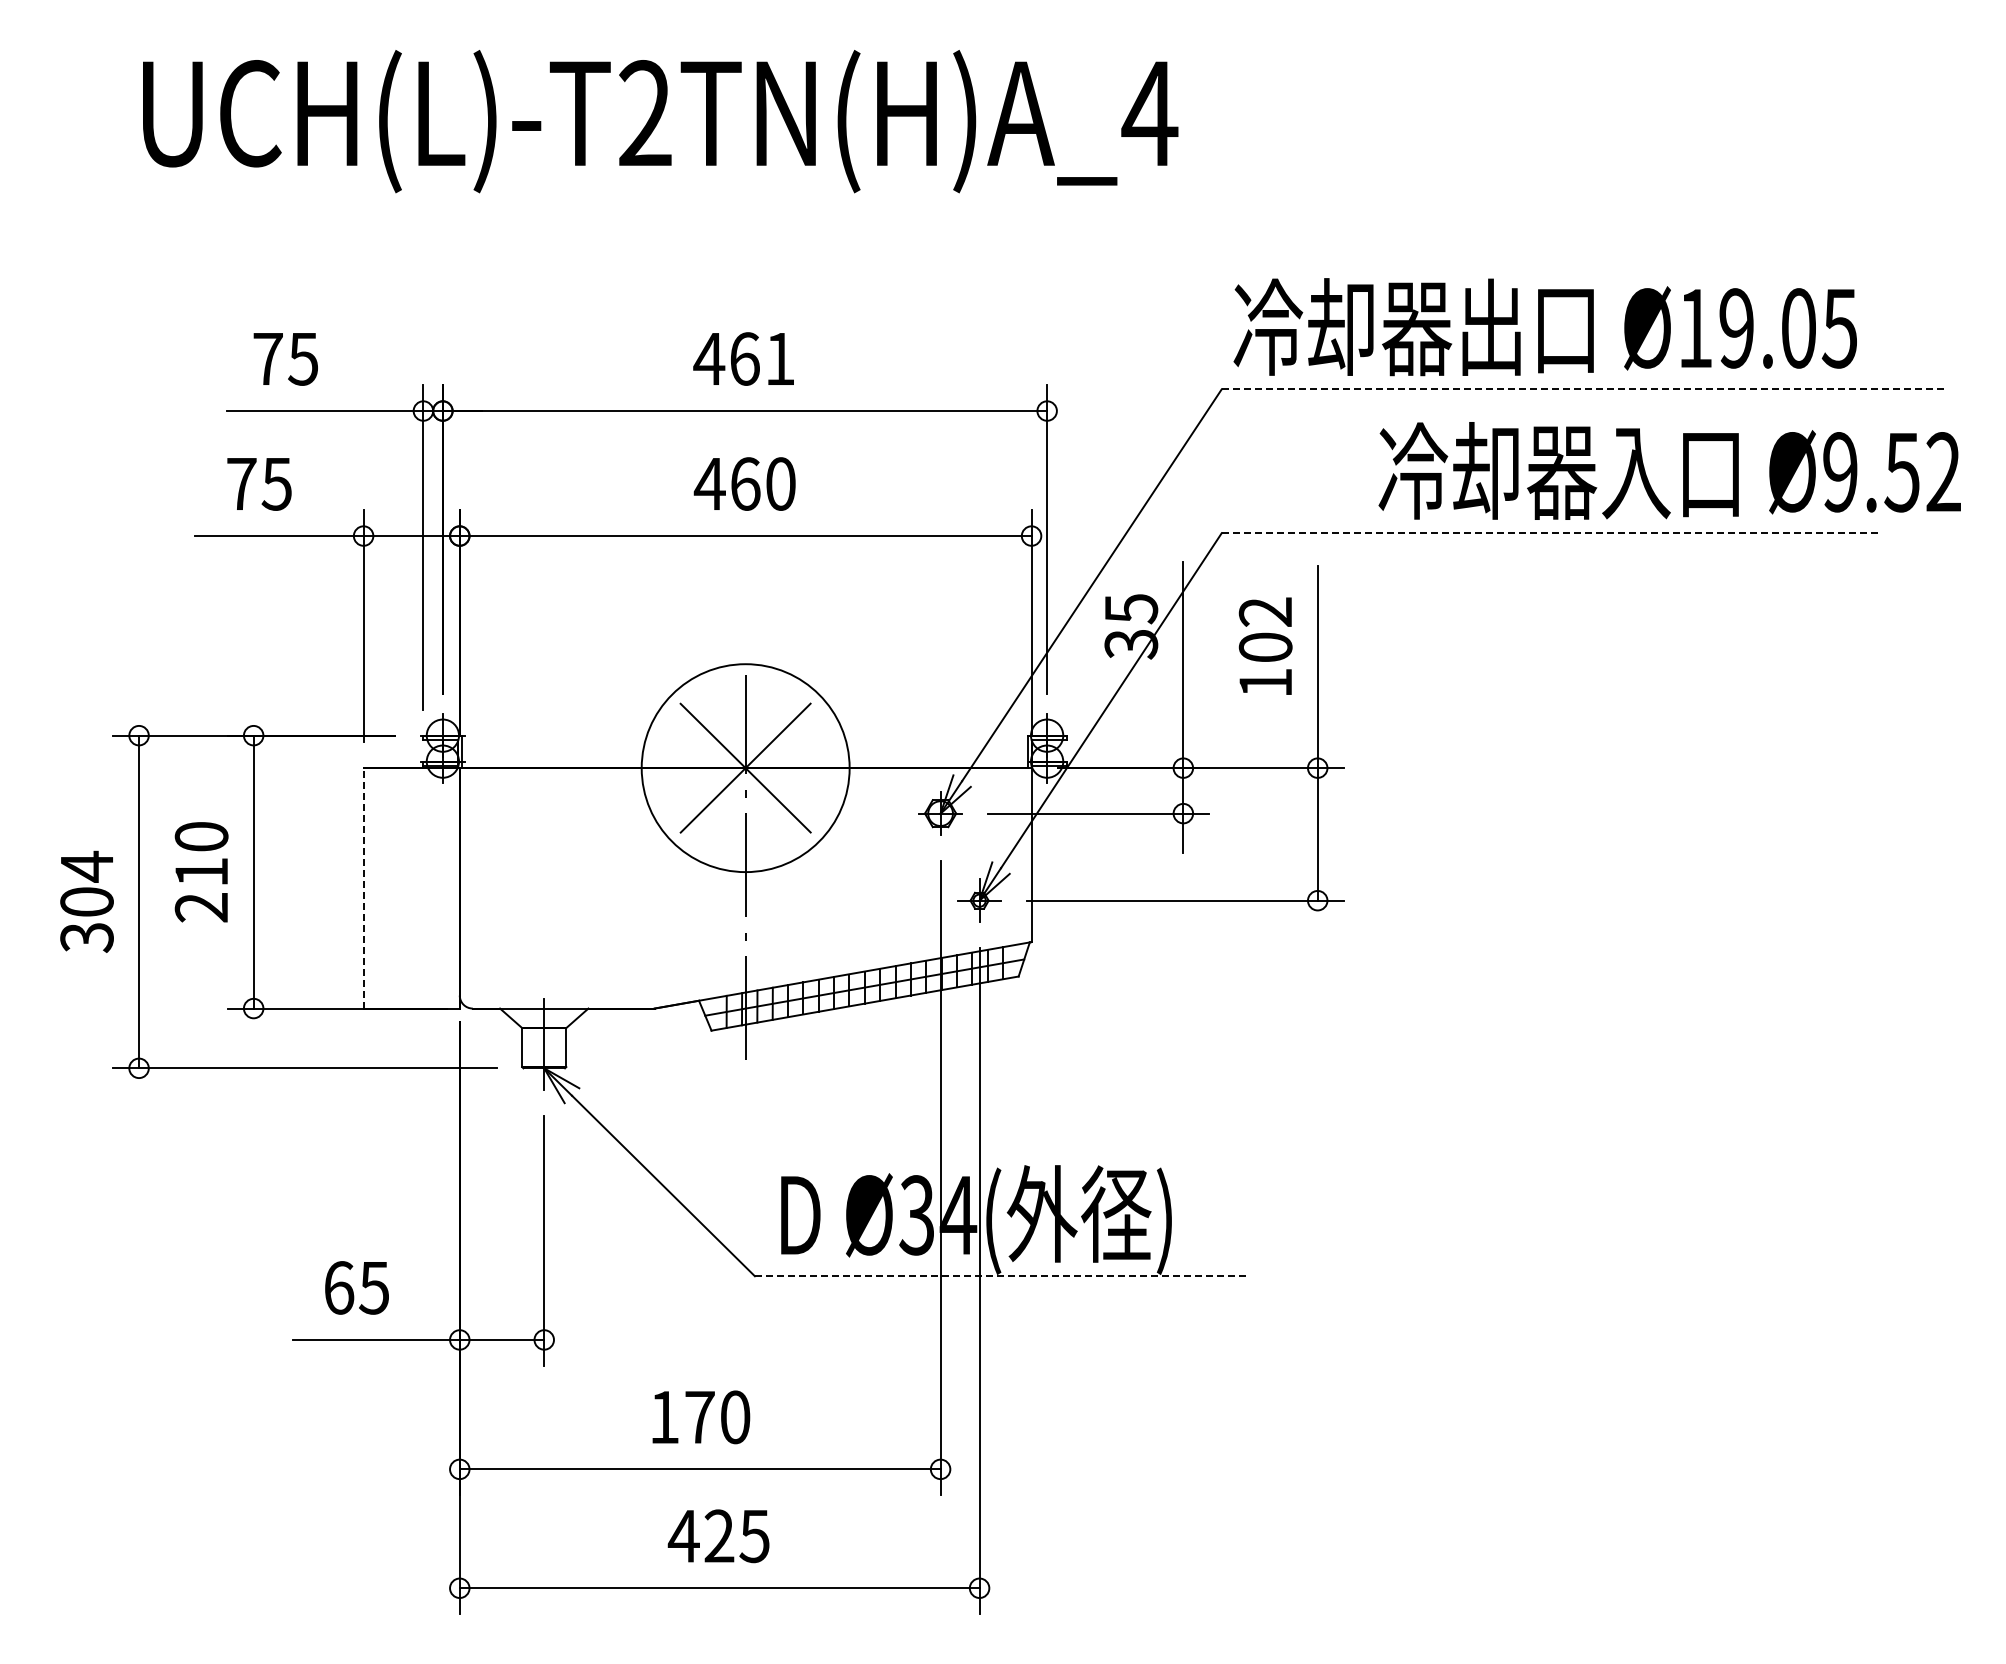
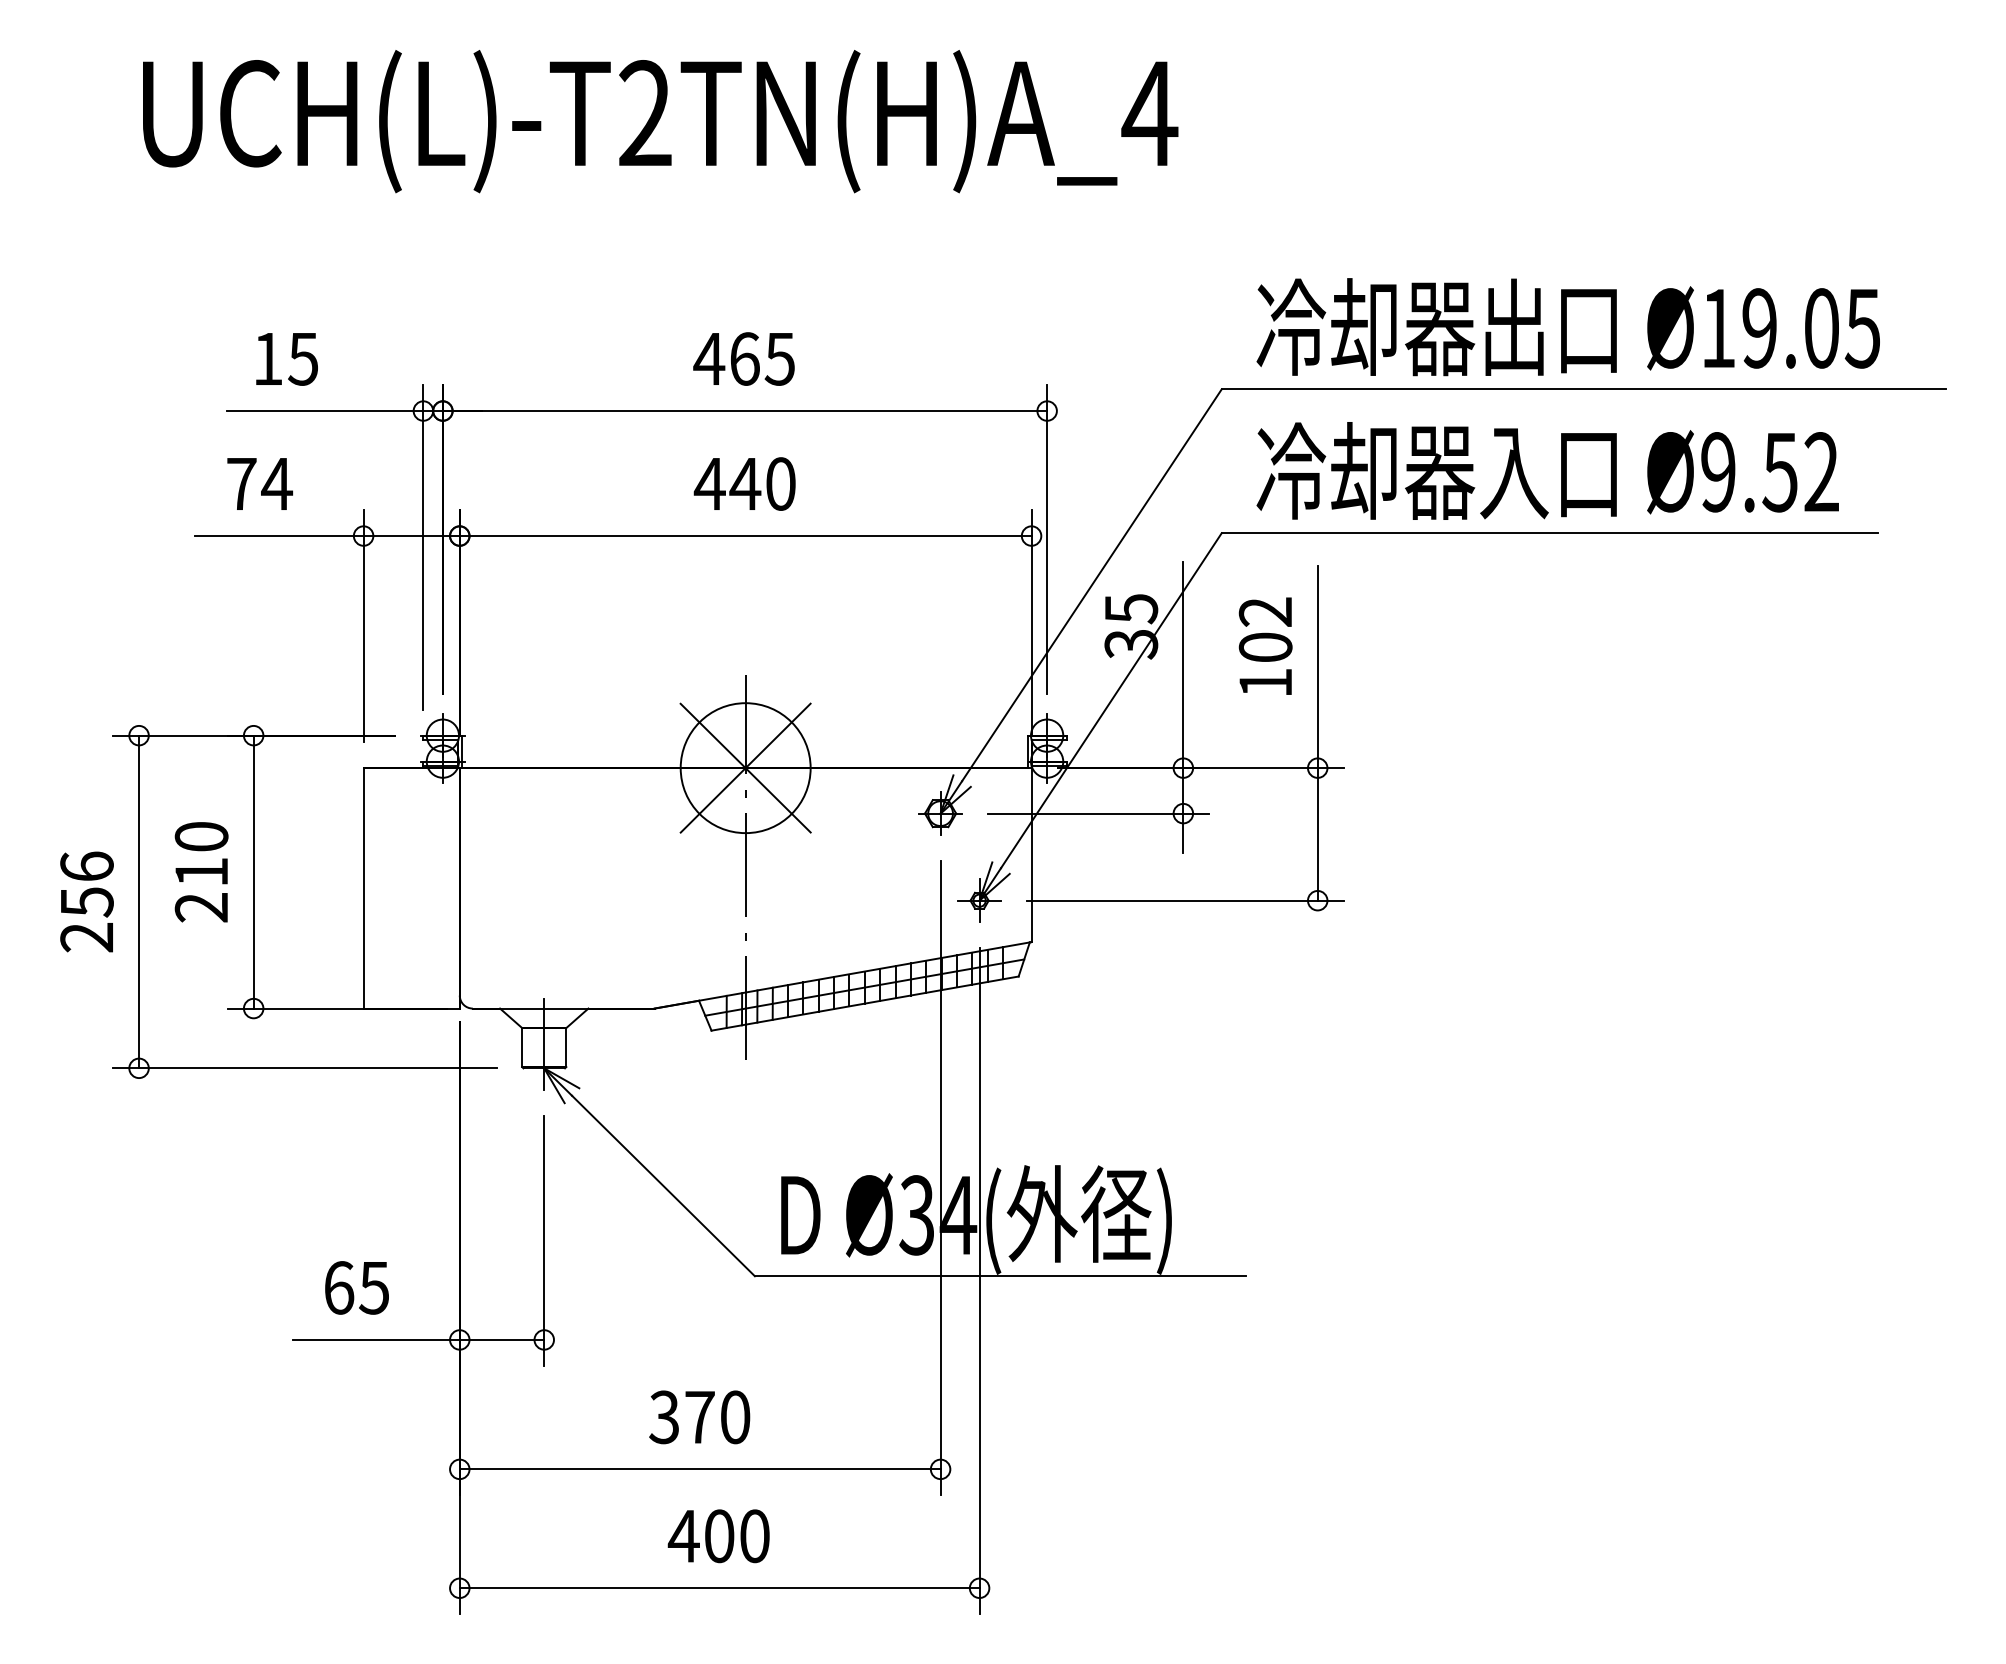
text at (1544, 327) position: (1544, 327) -> (1567, 327)
text at (267, 358): 75 -> 15
text at (779, 359): 461 -> 465
line at (1584, 389): dashed -> solid
text at (1669, 470) position: (1669, 470) -> (1547, 470)
text at (745, 483): 460 -> 440
text at (277, 484): 75 -> 74
line at (1550, 533): dashed -> solid
circle at (745, 768) diameter: 208 px -> 130 px
line at (363, 887): dashed -> solid
text at (86, 901): 304 -> 256
line at (1000, 1276): dashed -> solid
text at (663, 1417): 170 -> 370
text at (736, 1536): 425 -> 400
